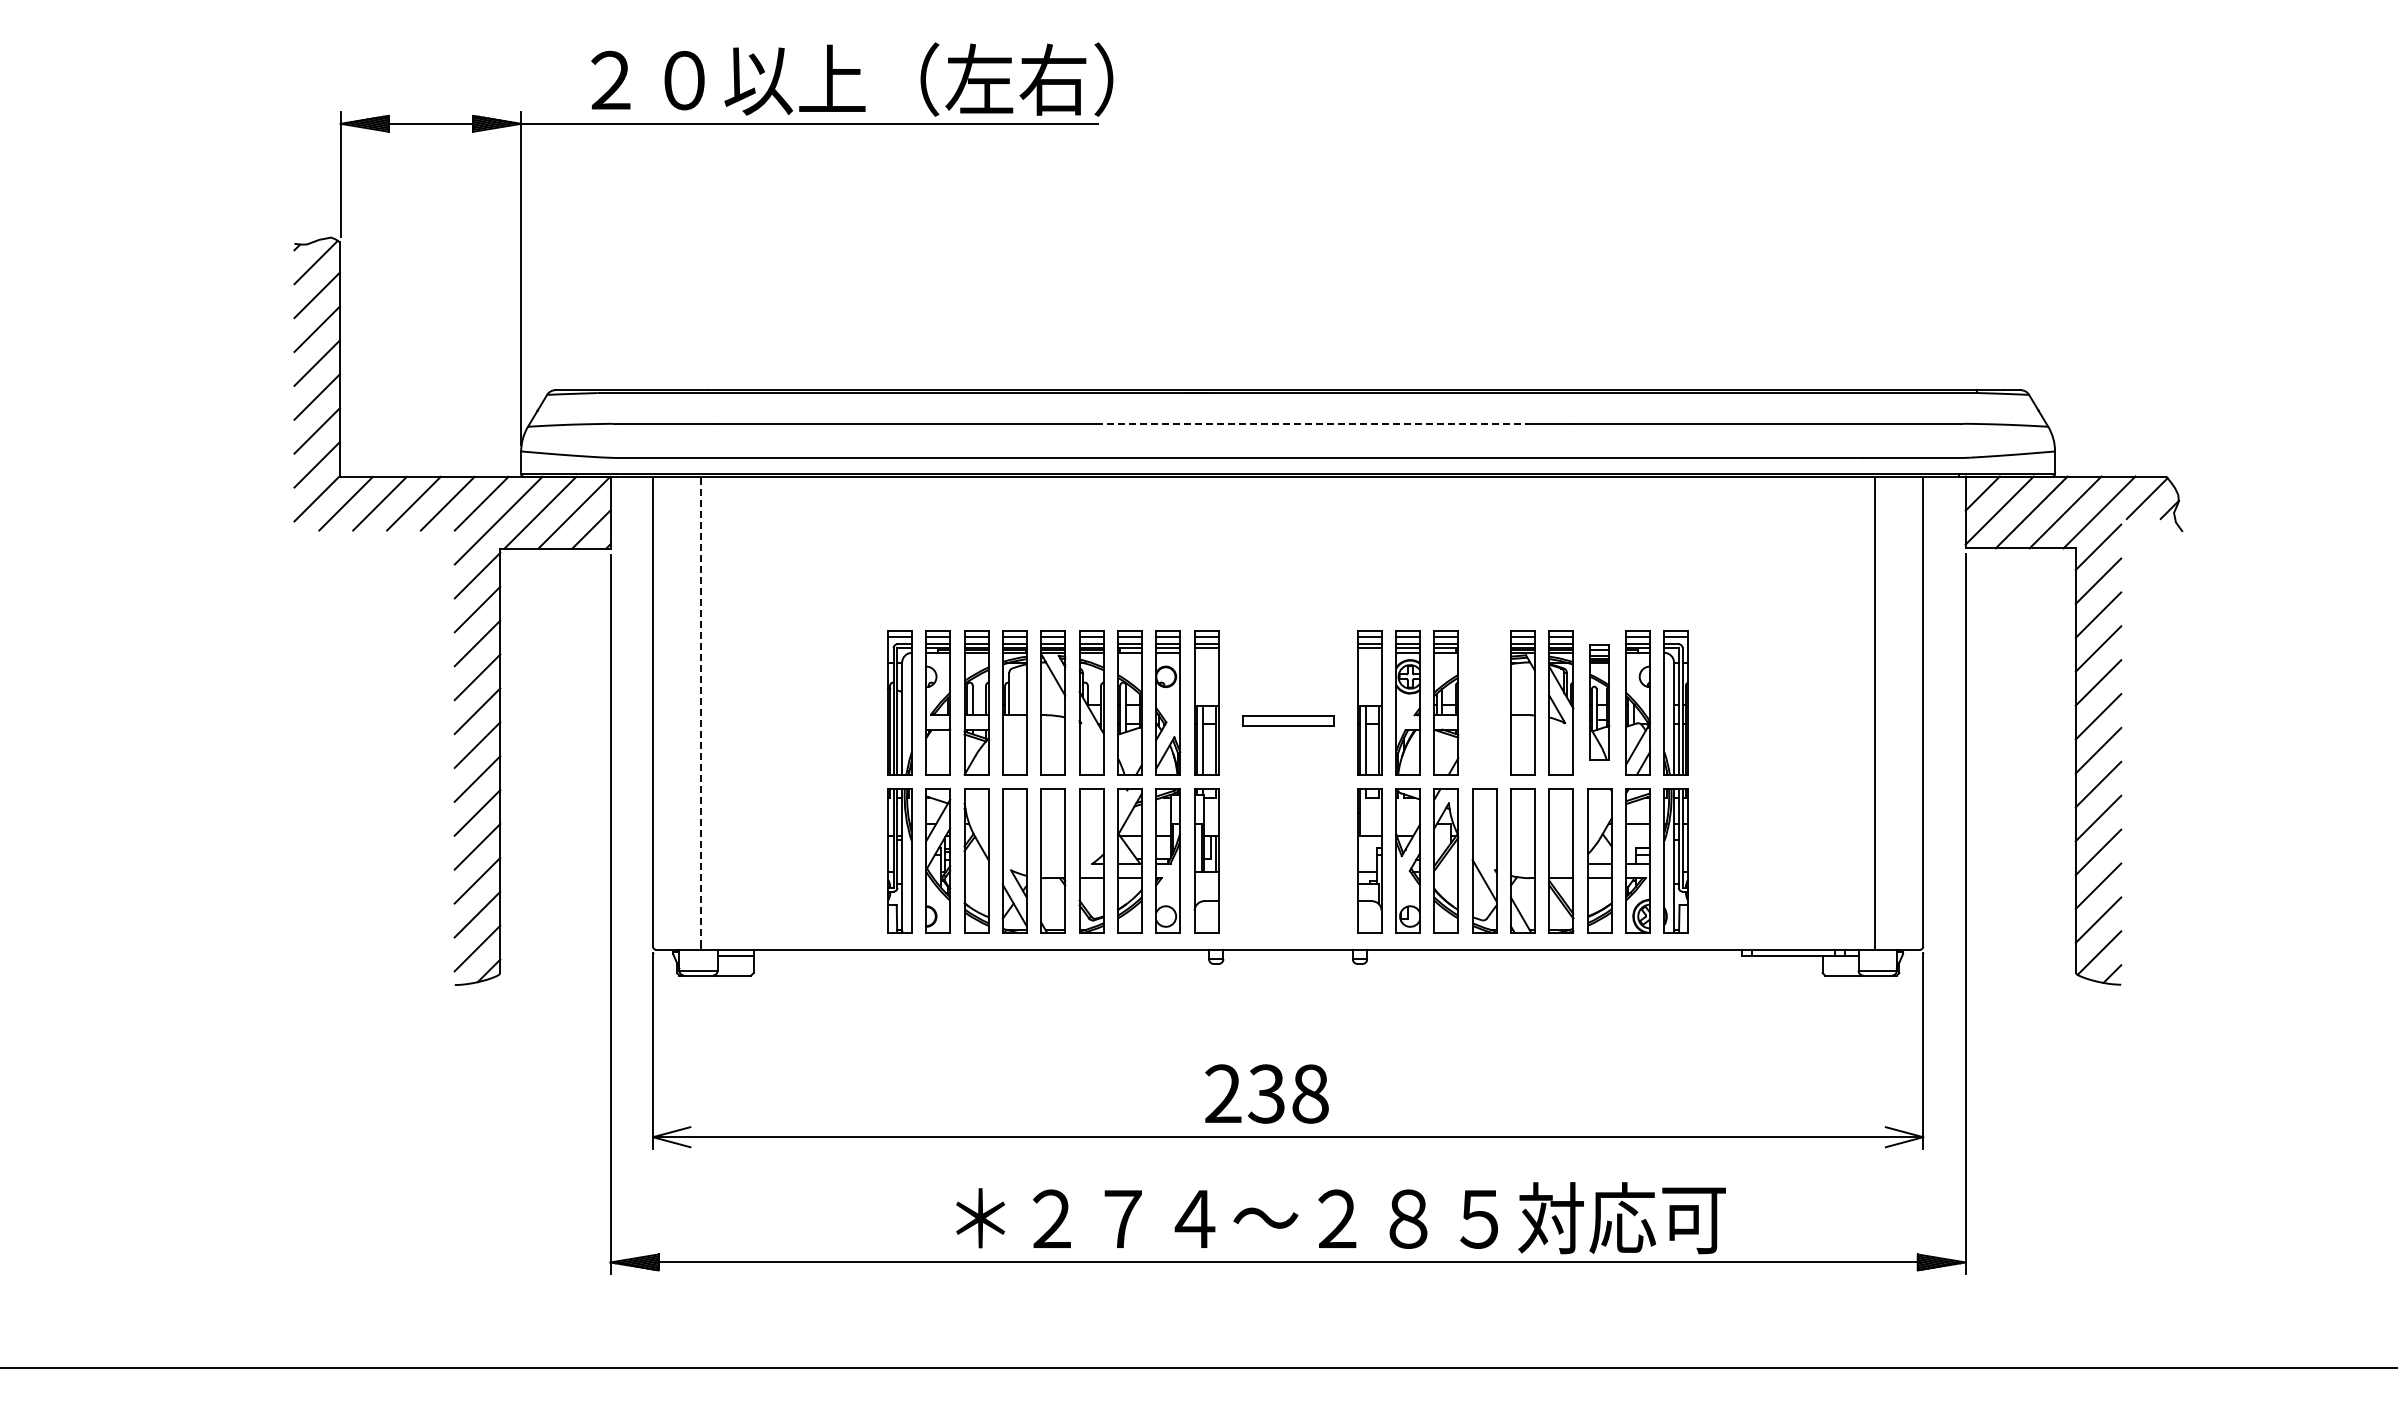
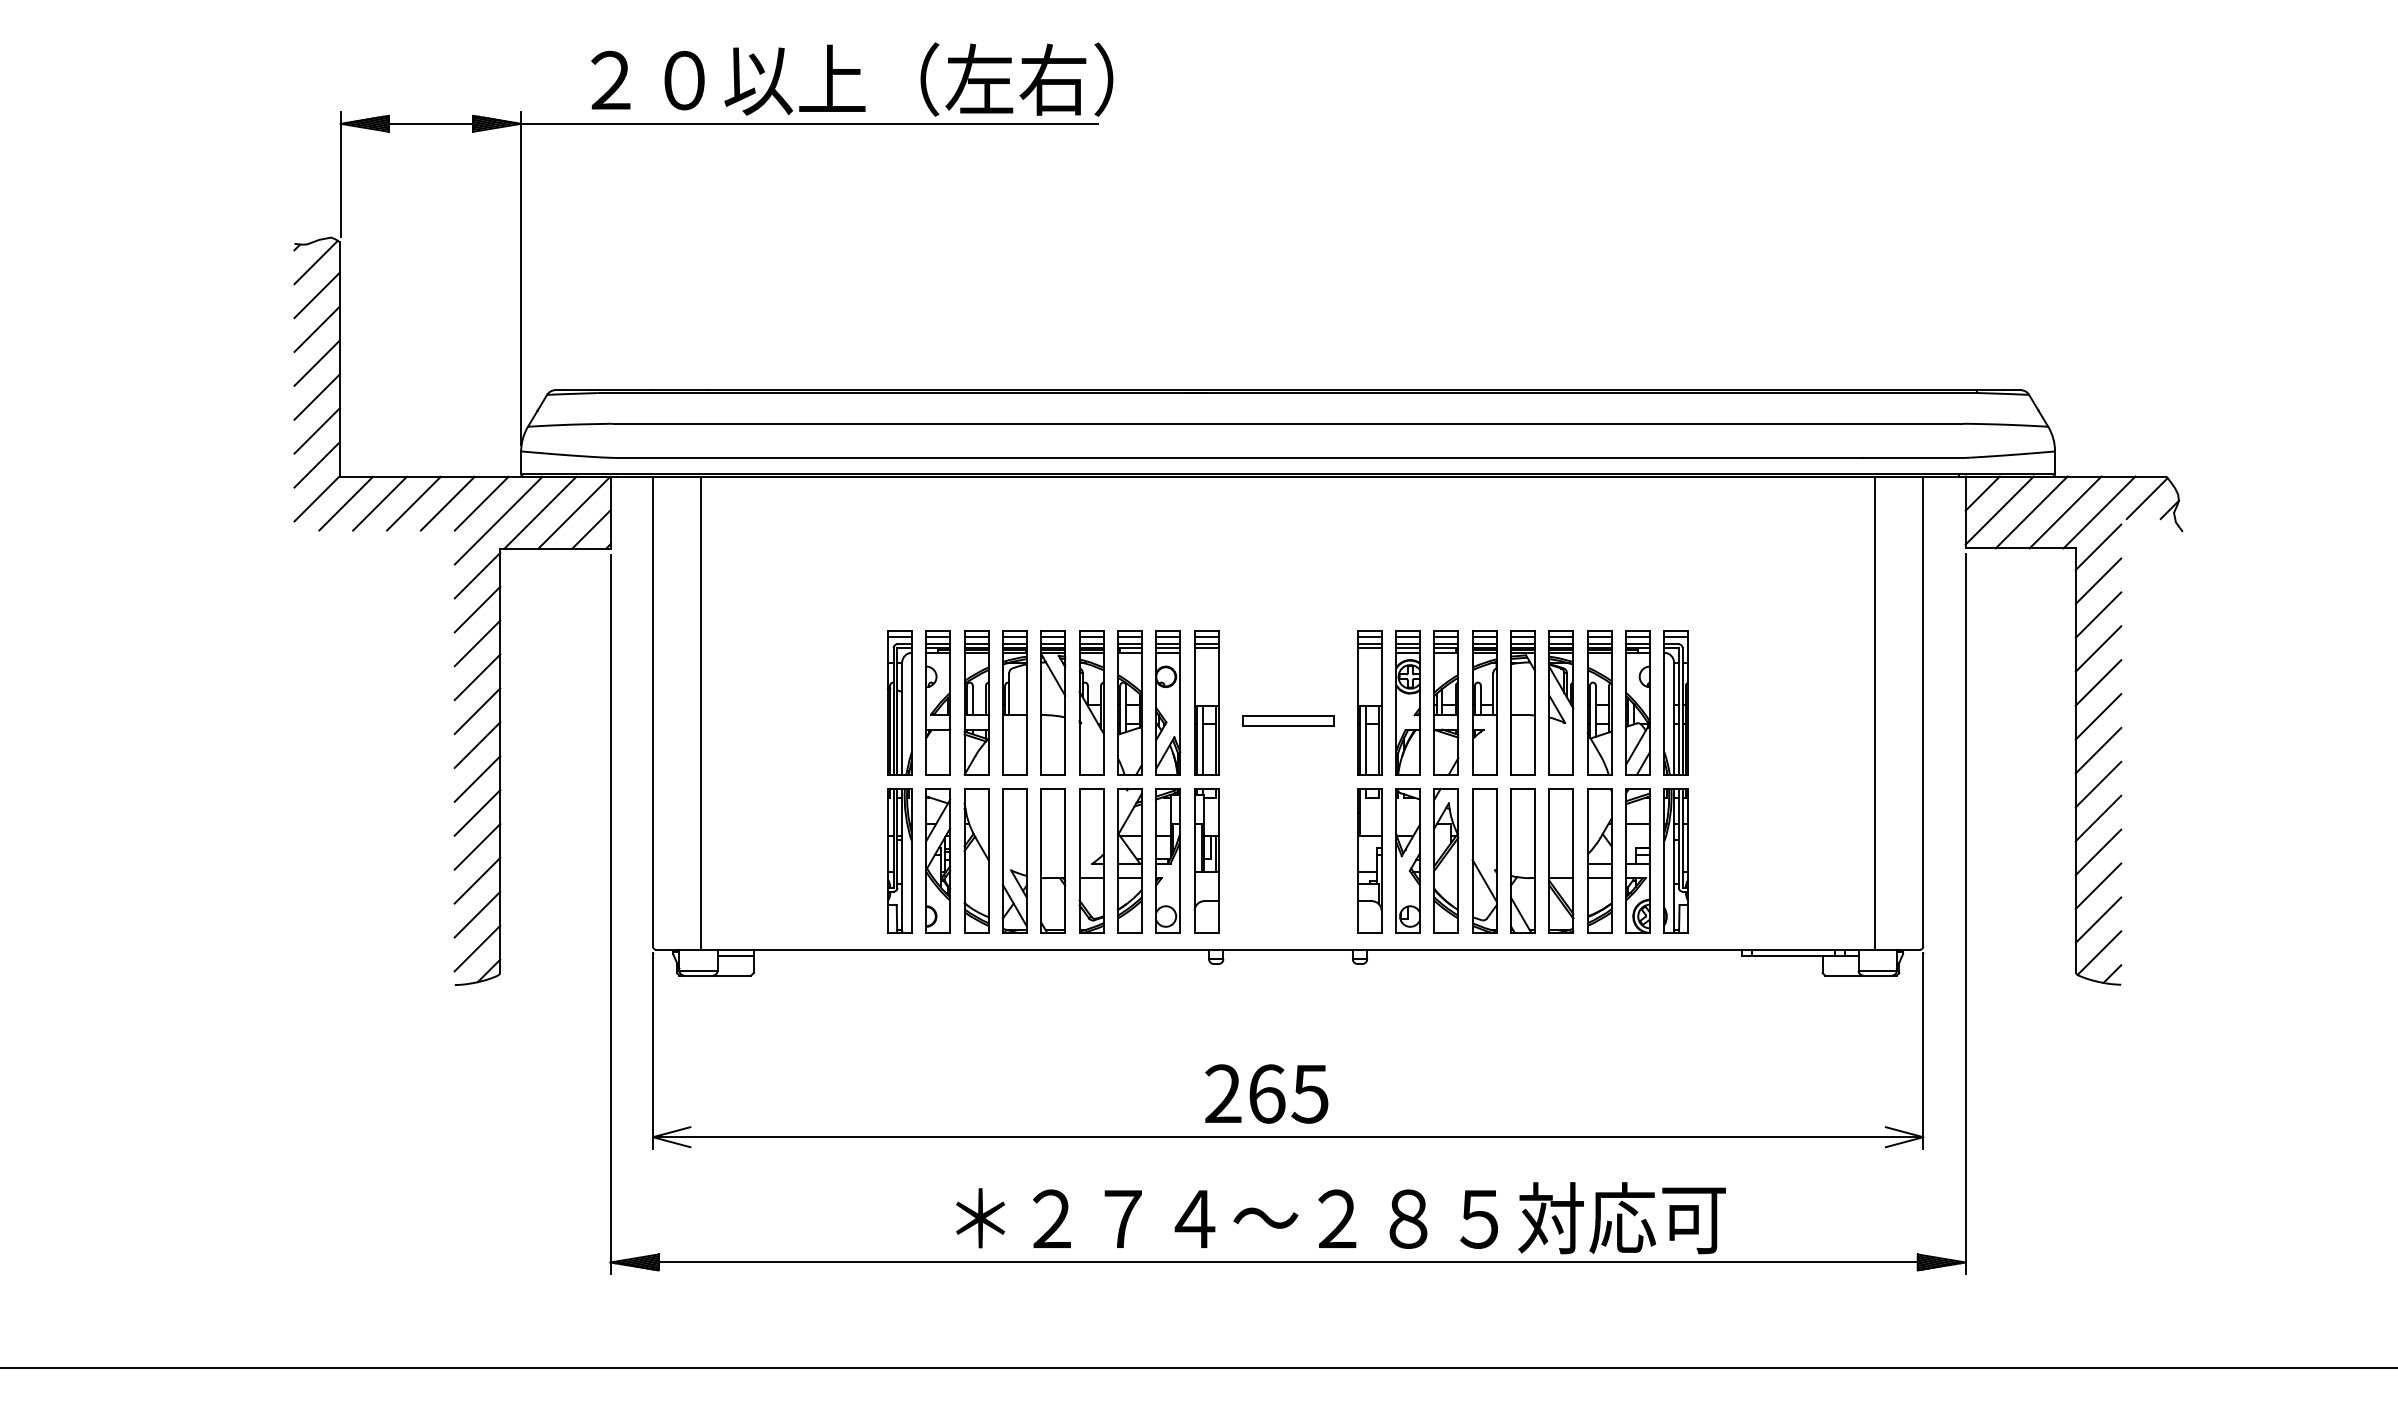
line at (1312, 424): dashed -> solid
part at (1484, 702): none -> present
part at (1599, 702) size: 22x117 px -> 27x146 px
line at (700, 711): dashed -> solid
text at (1288, 1093): 238 -> 265
